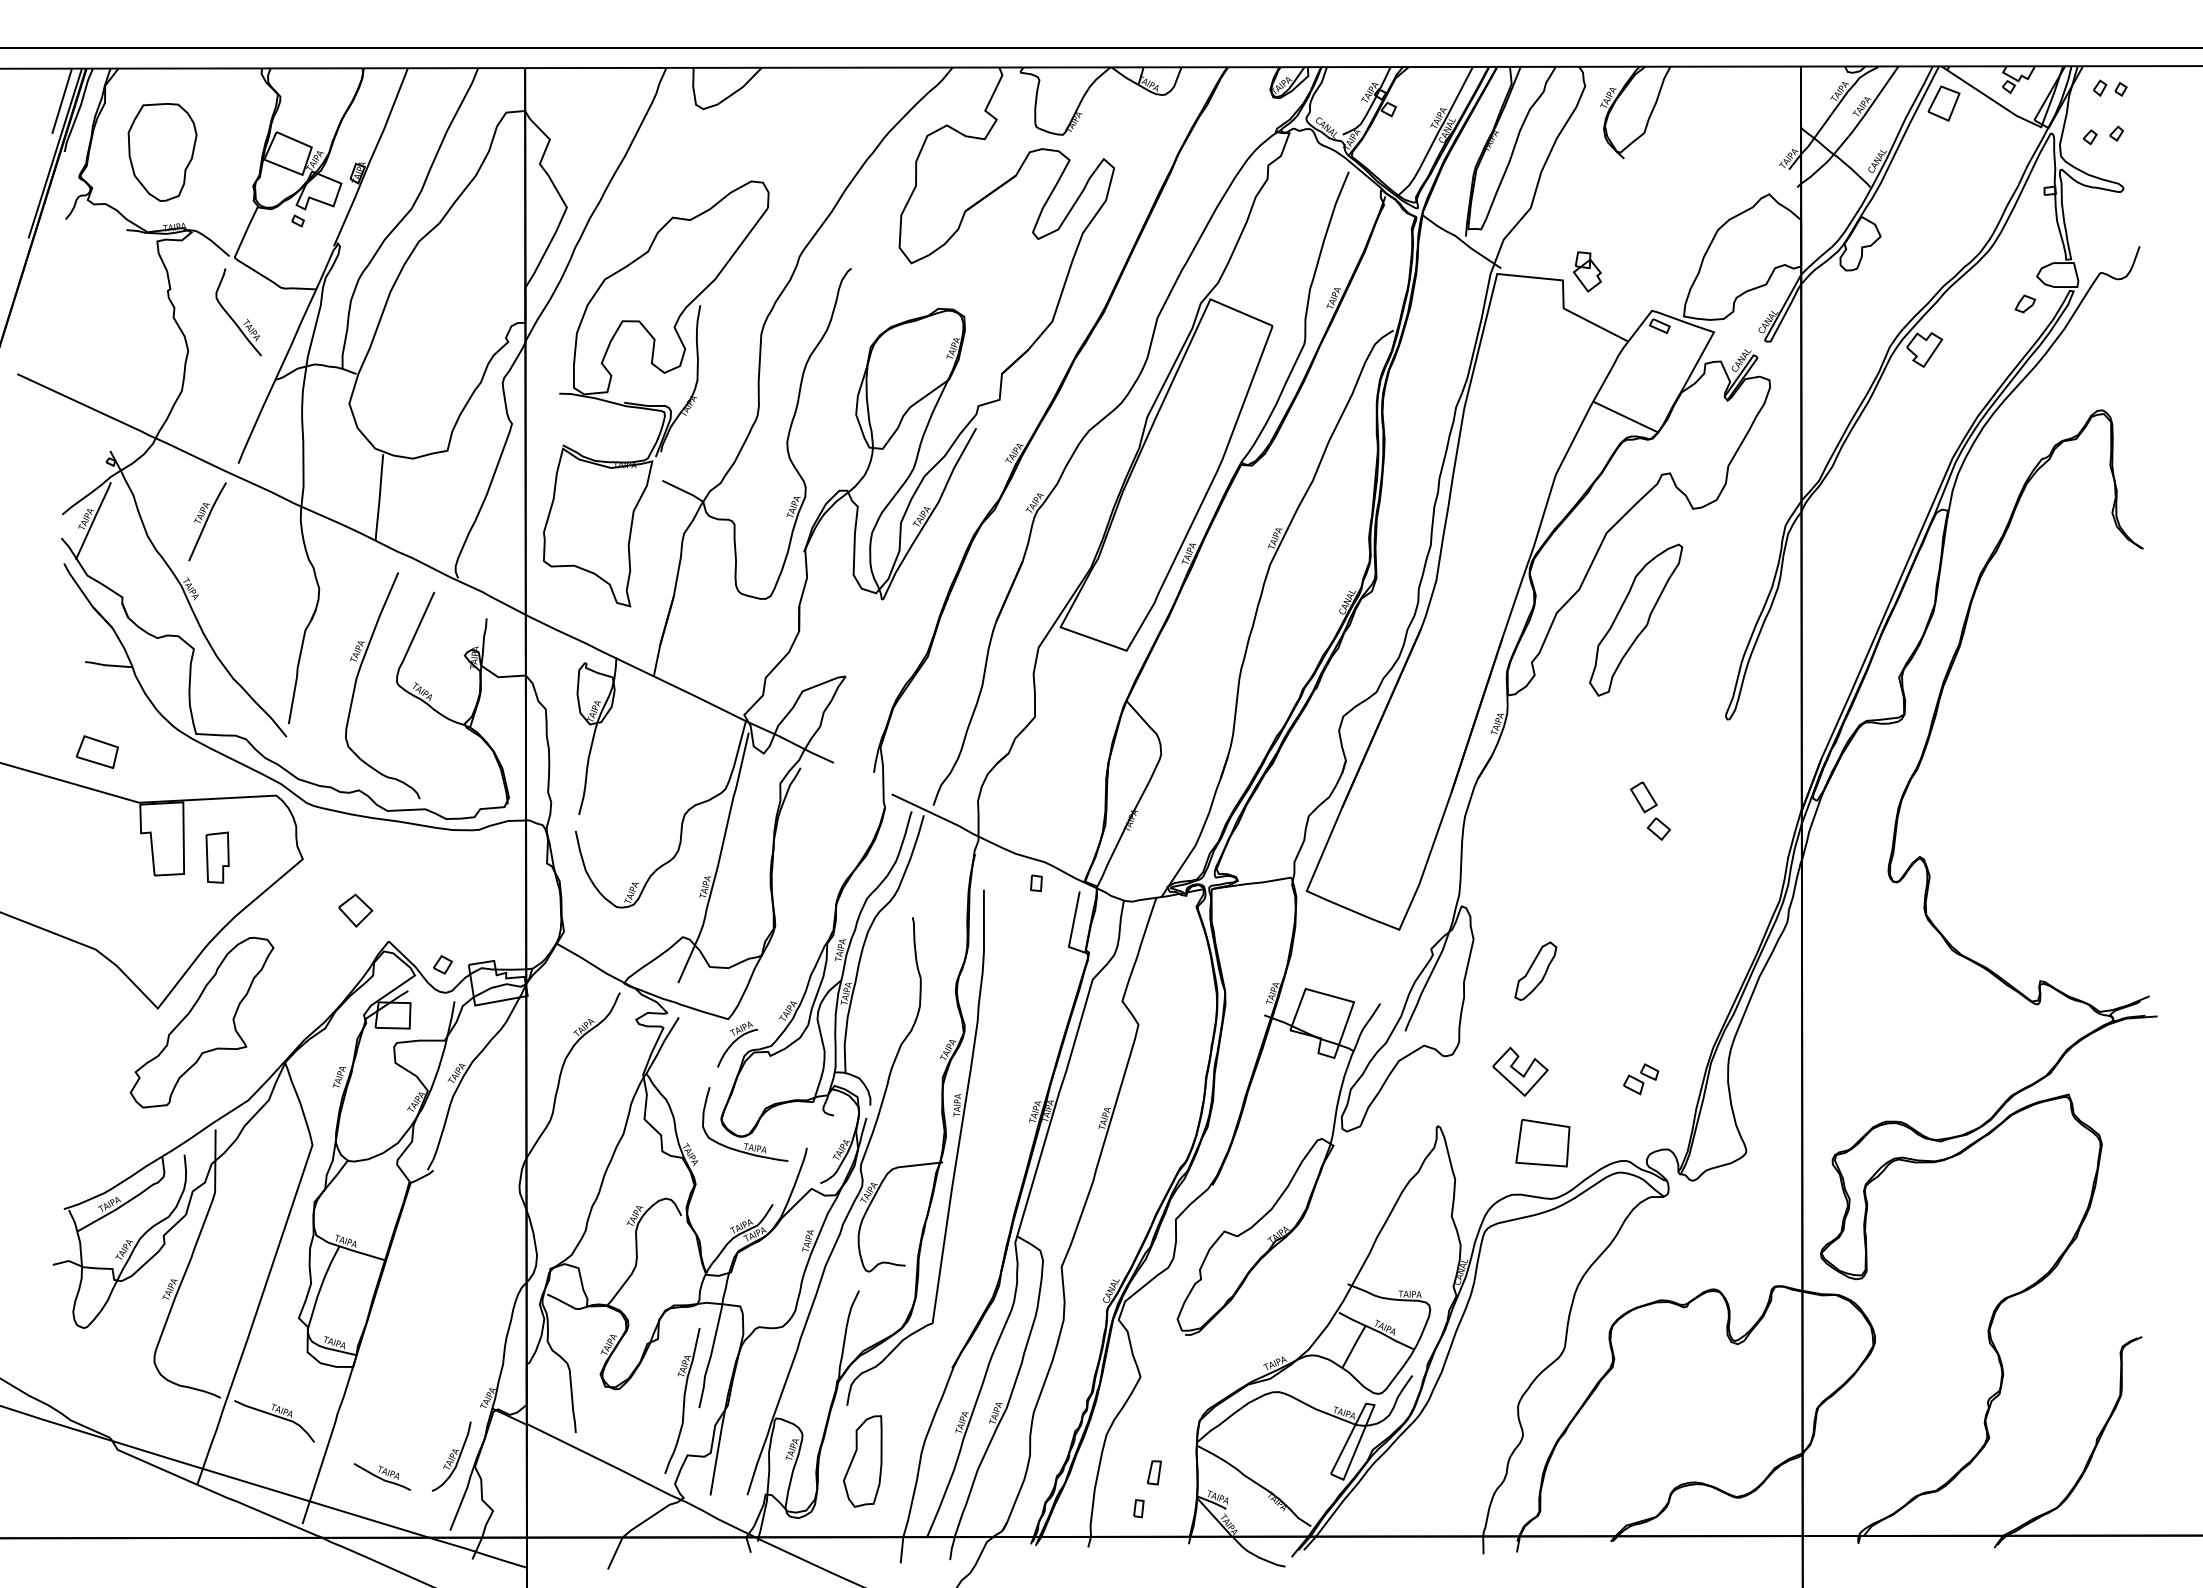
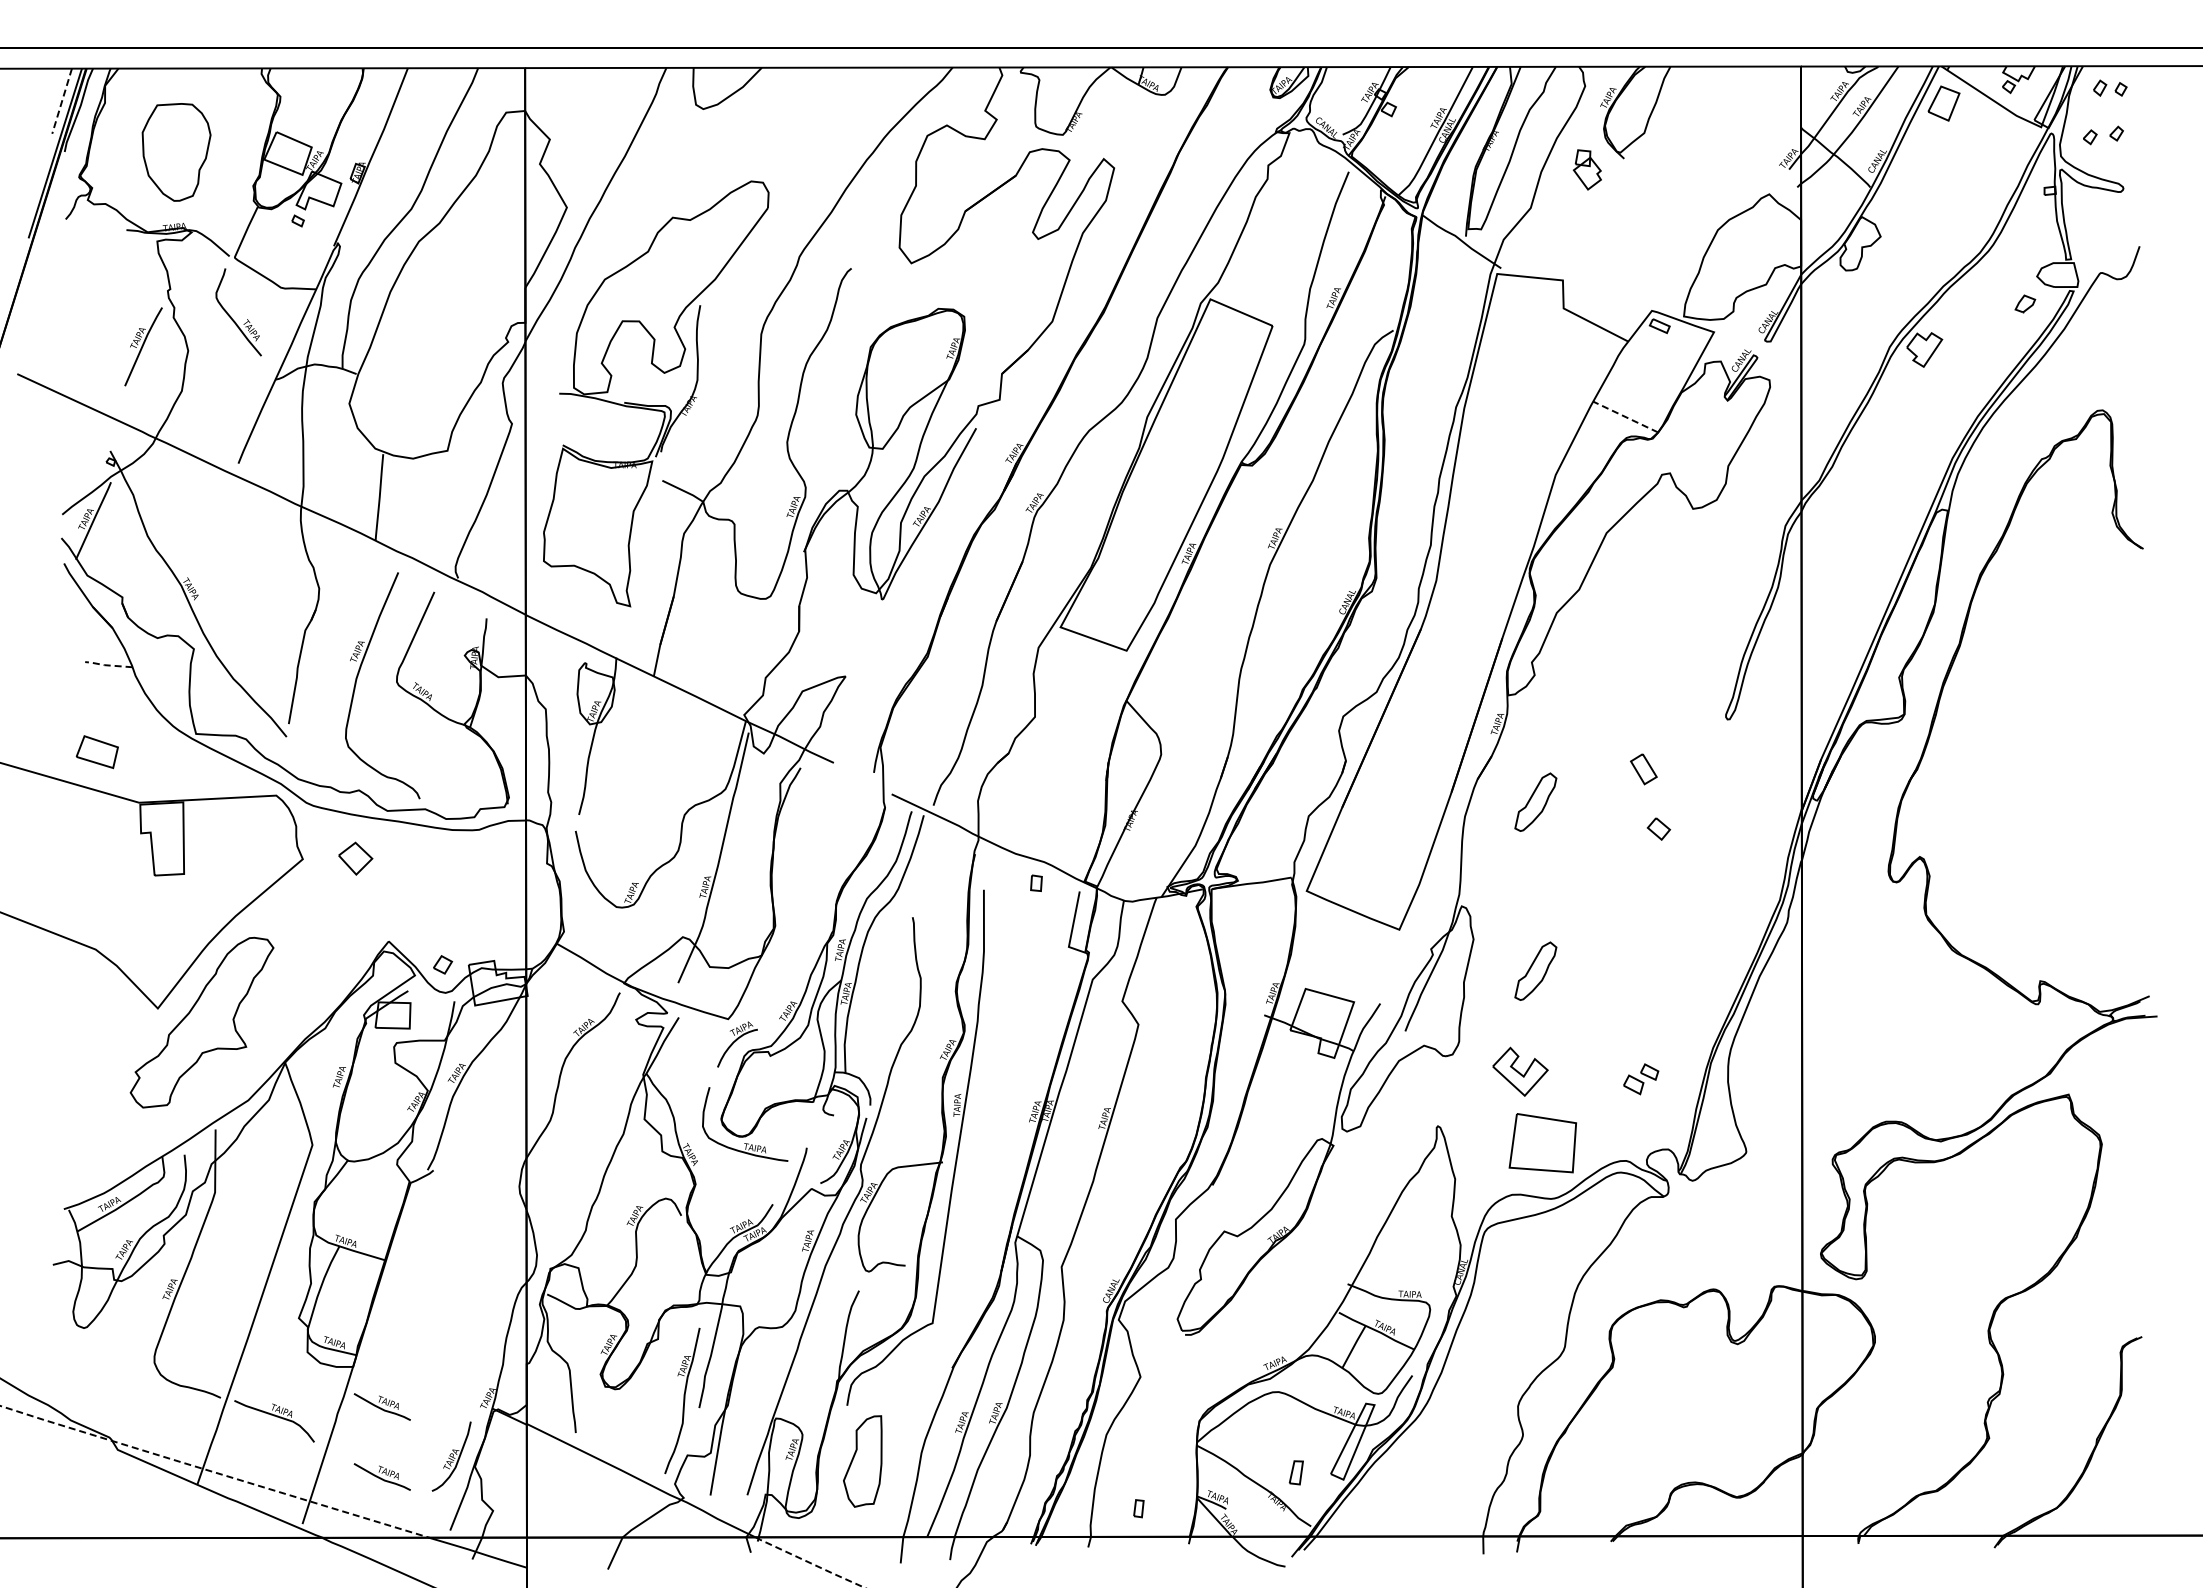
line at (61, 101): solid -> dashed
part at (162, 152) position: (162, 152) -> (176, 152)
part at (1586, 271) position: (1586, 271) -> (1586, 169)
line at (1625, 417): solid -> dashed
part at (207, 521) position: (207, 521) -> (143, 346)
part at (1636, 619): present -> none
line at (107, 665): solid -> dashed
part at (1643, 797) position: (1643, 797) -> (1643, 769)
part at (1535, 801): none -> present
part at (217, 857): present -> none
part at (355, 910) position: (355, 910) -> (355, 858)
part at (1542, 1142) size: 56x50 px -> 69x61 px
part at (381, 1406): none -> present
line at (213, 1472): solid -> dashed
part at (1153, 1472) position: (1153, 1472) -> (1295, 1472)
line at (810, 1563): solid -> dashed
